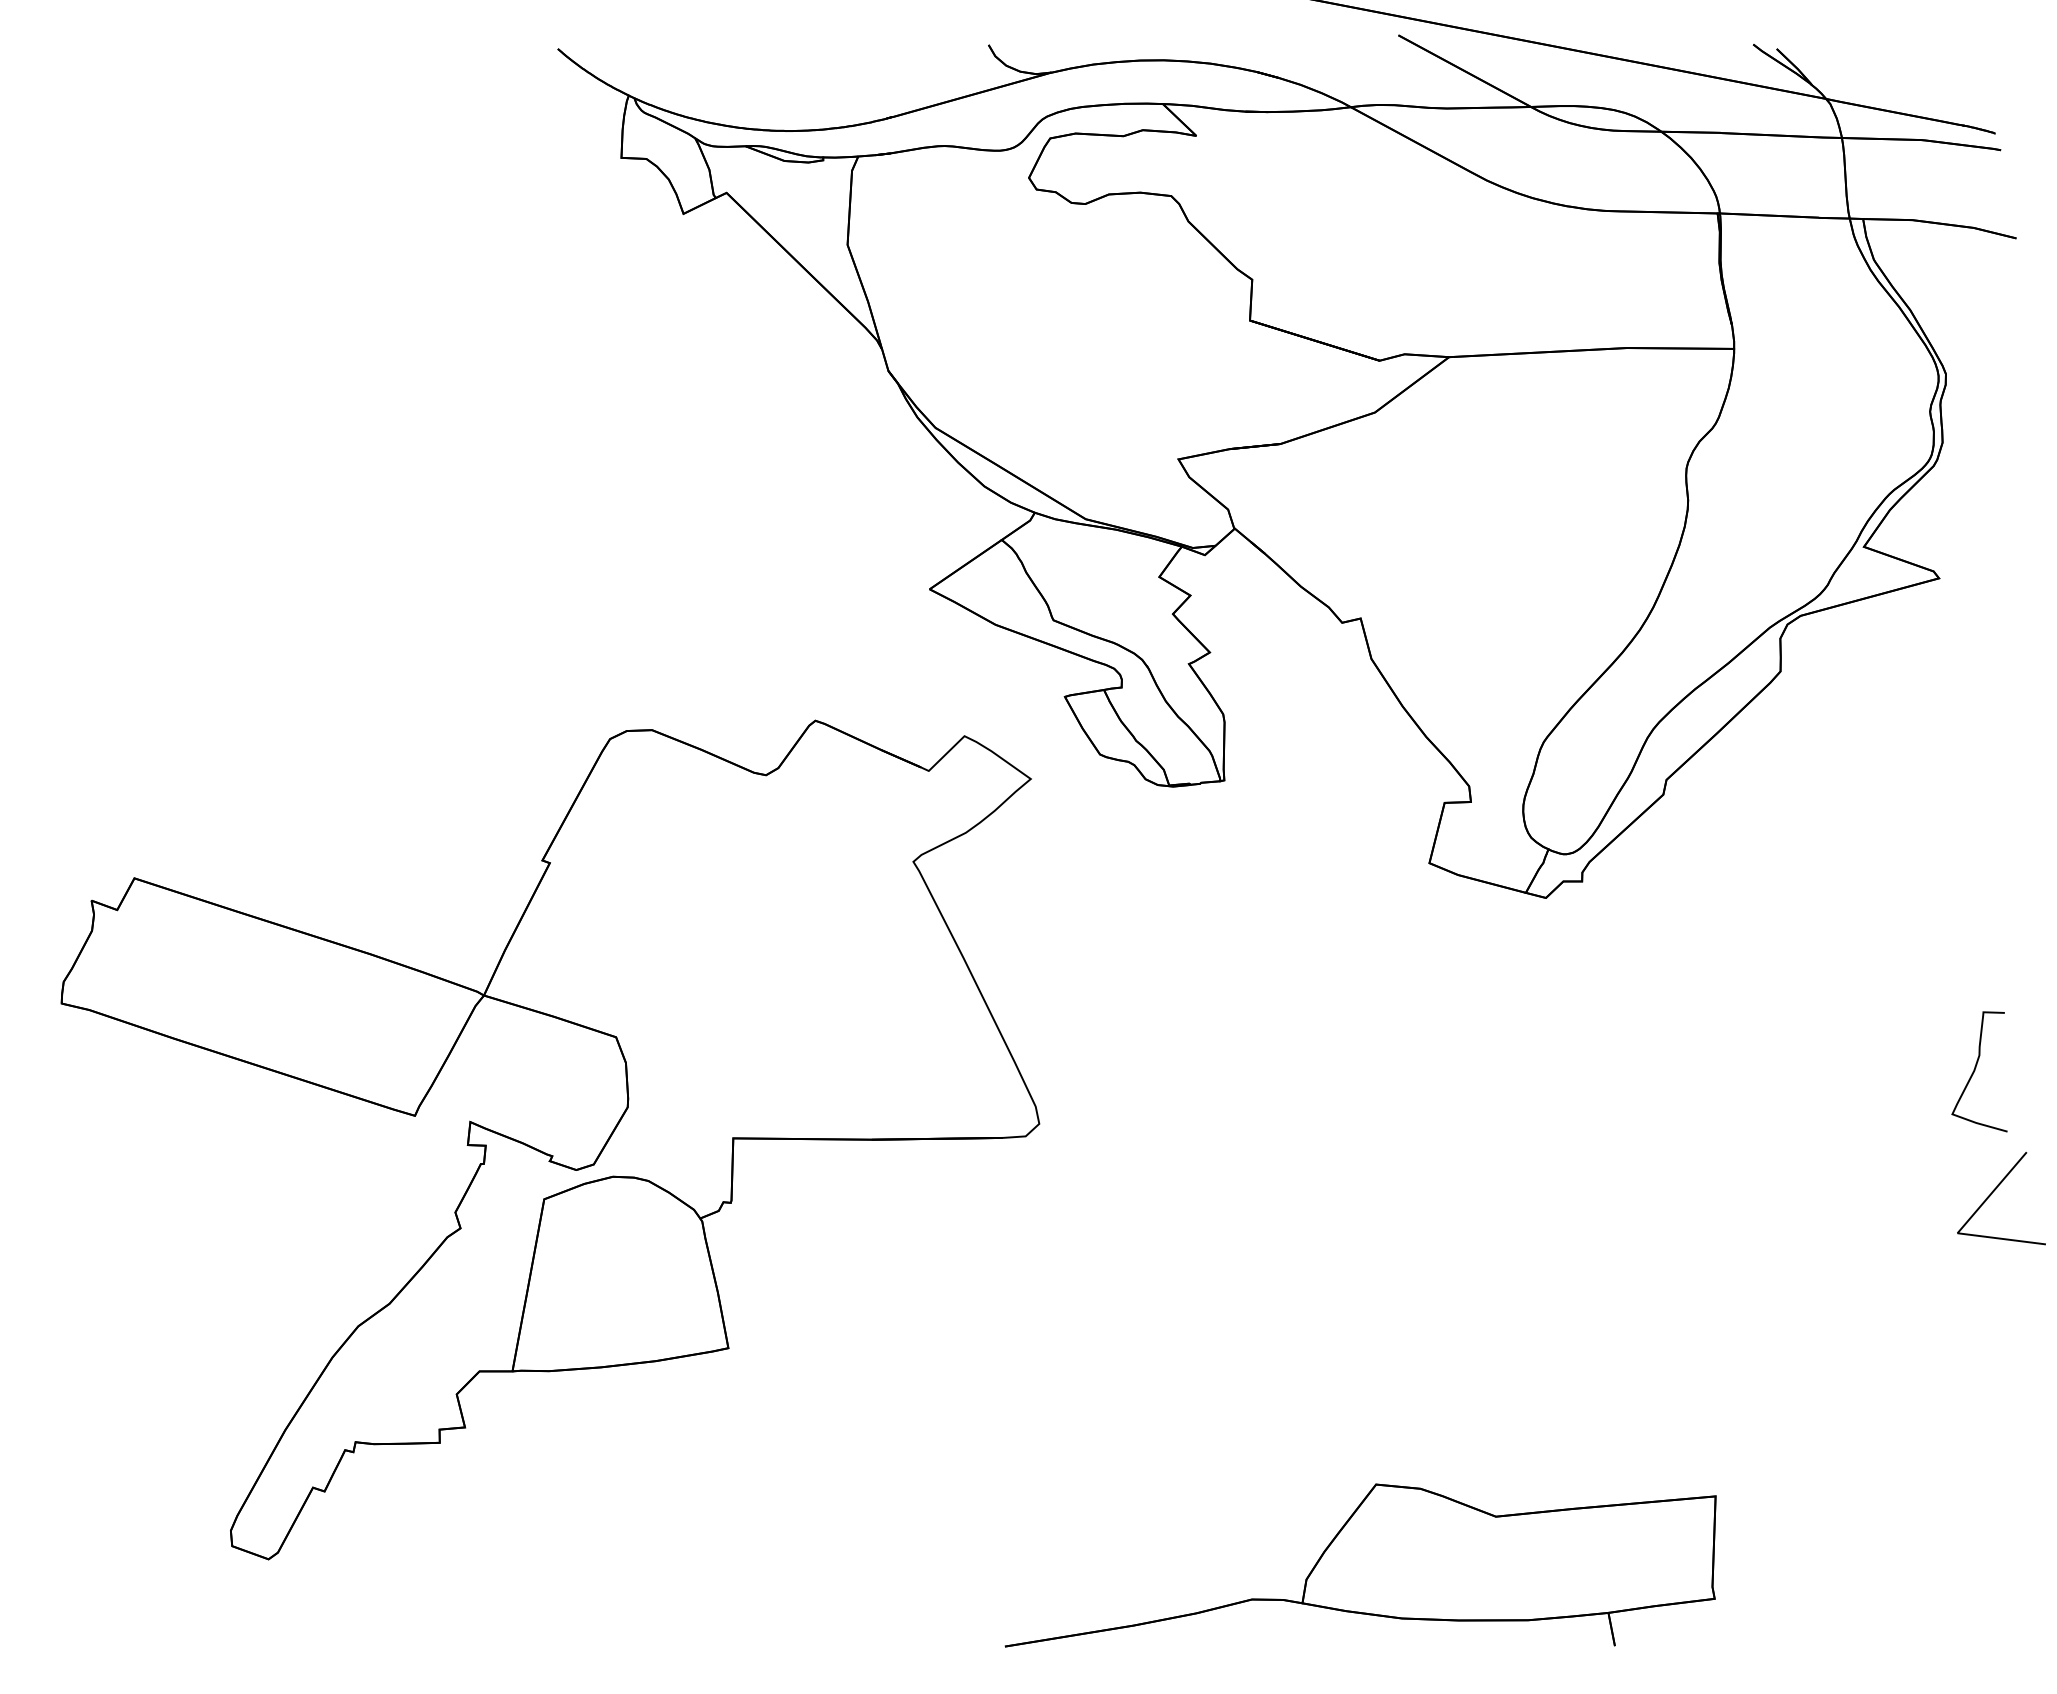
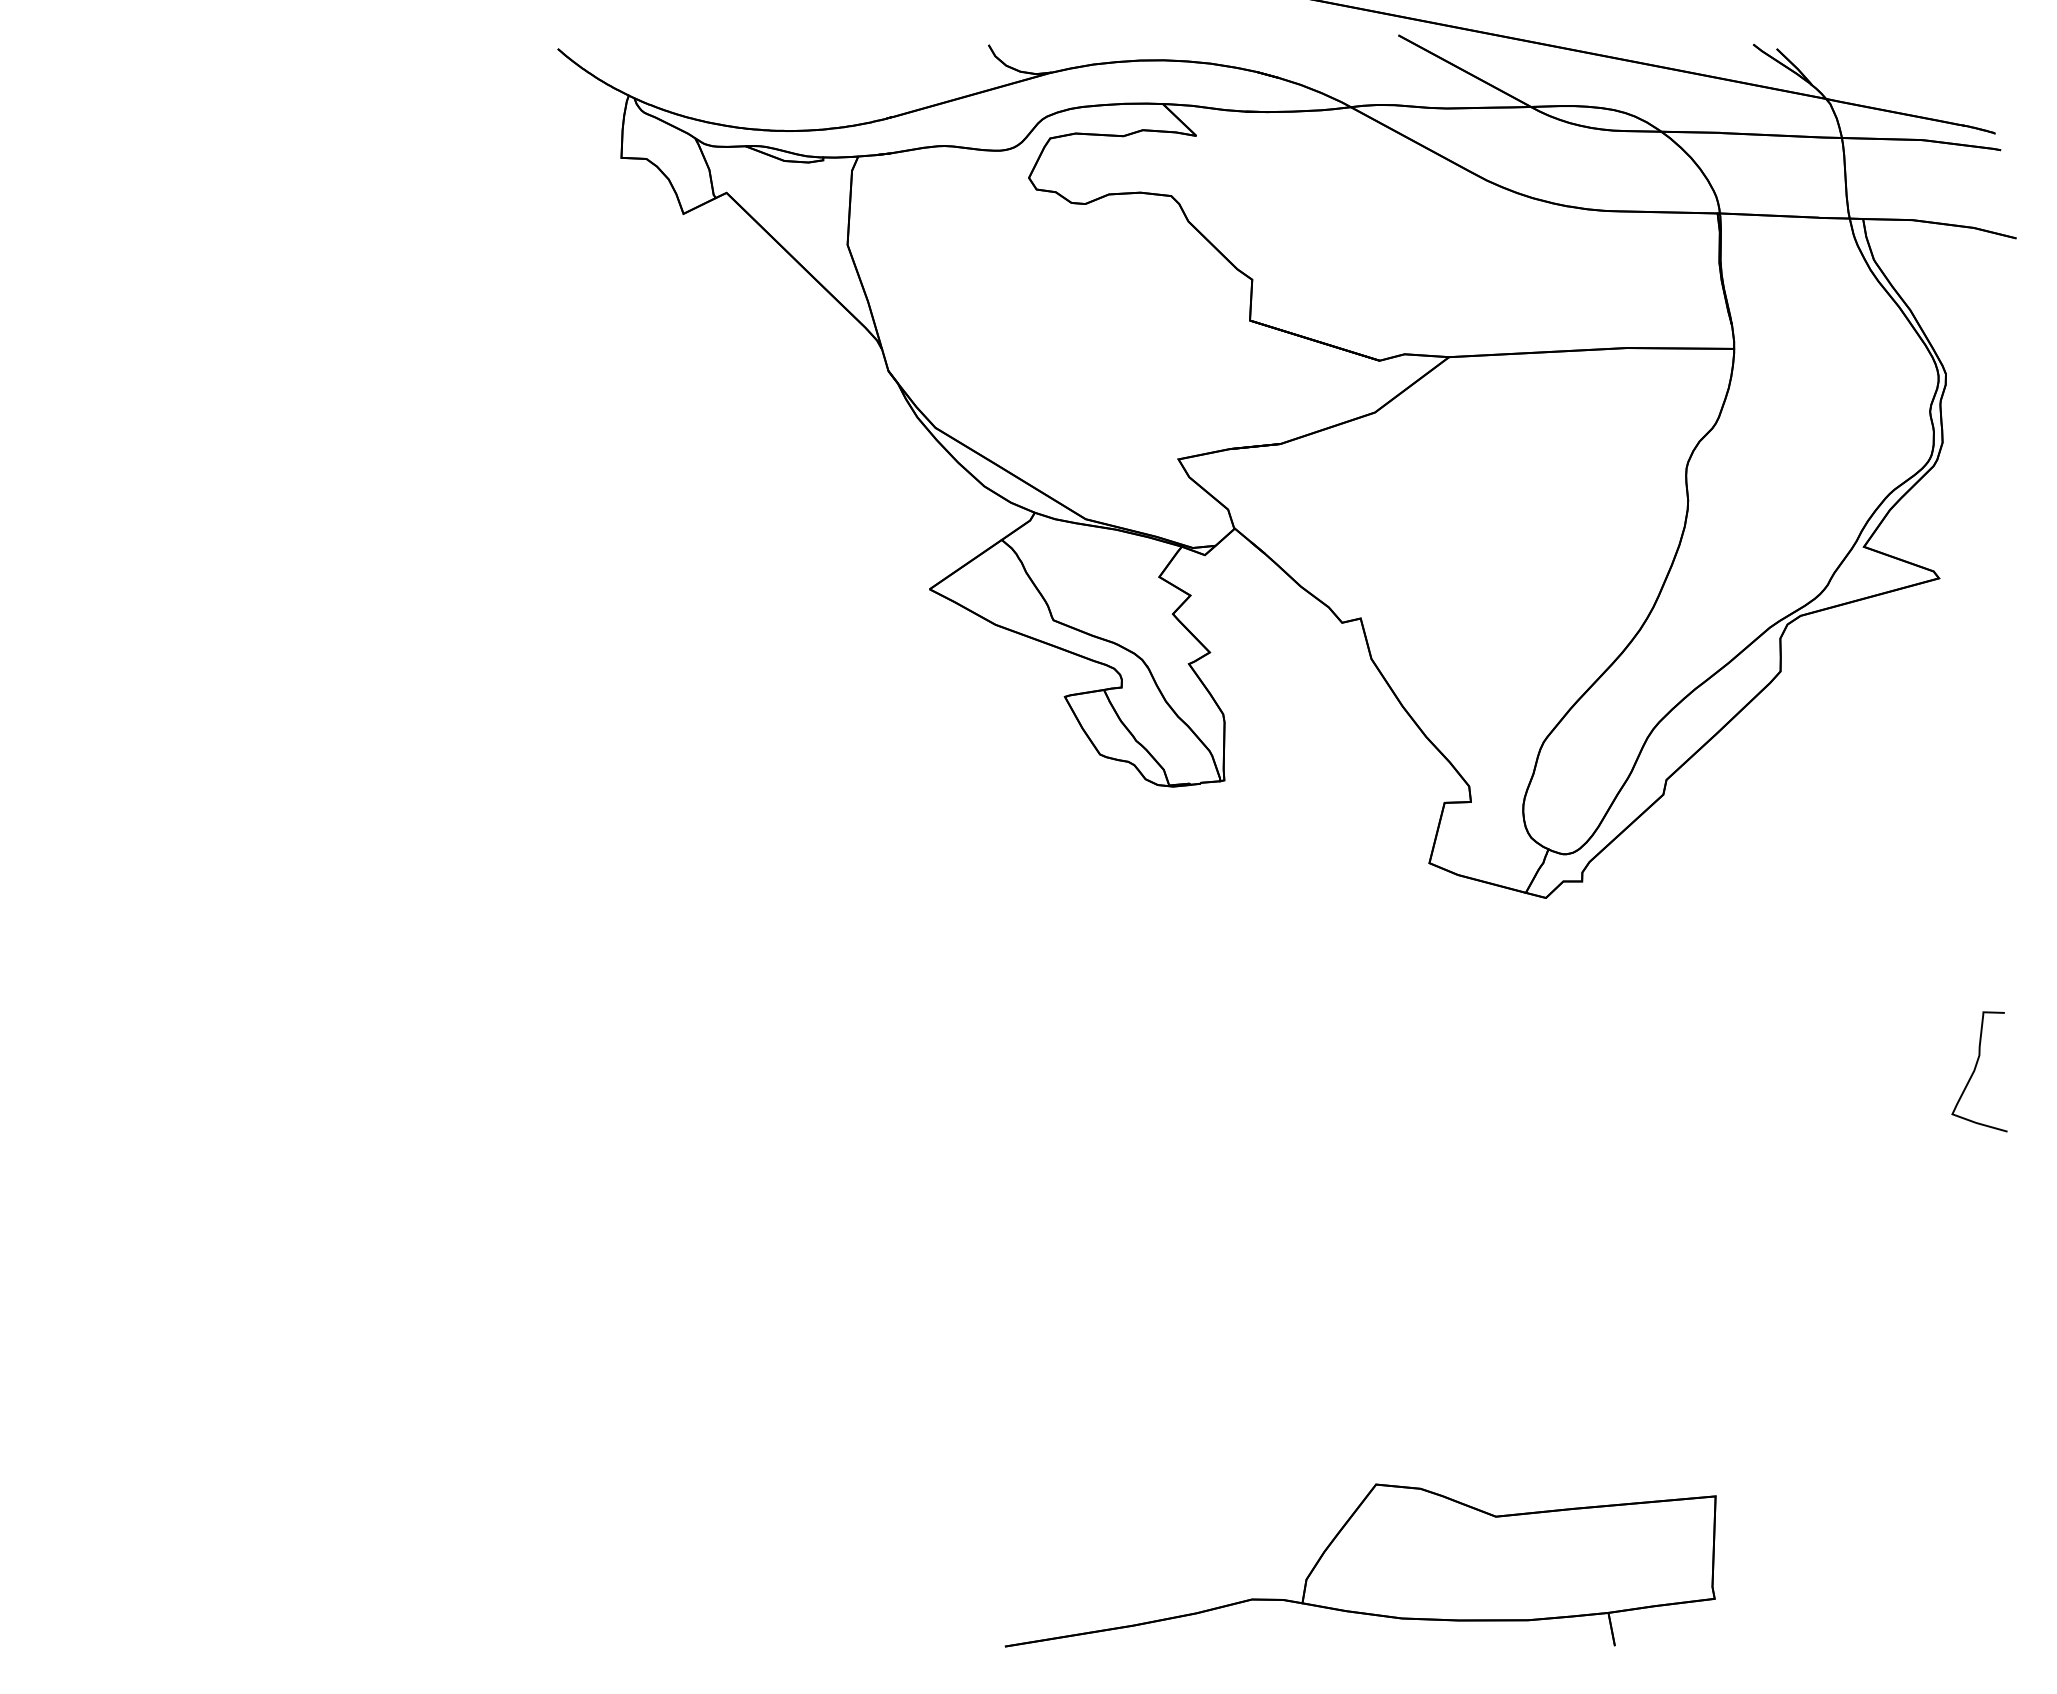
part at (543, 1151): present -> none
line at (1994, 1191): present -> none
